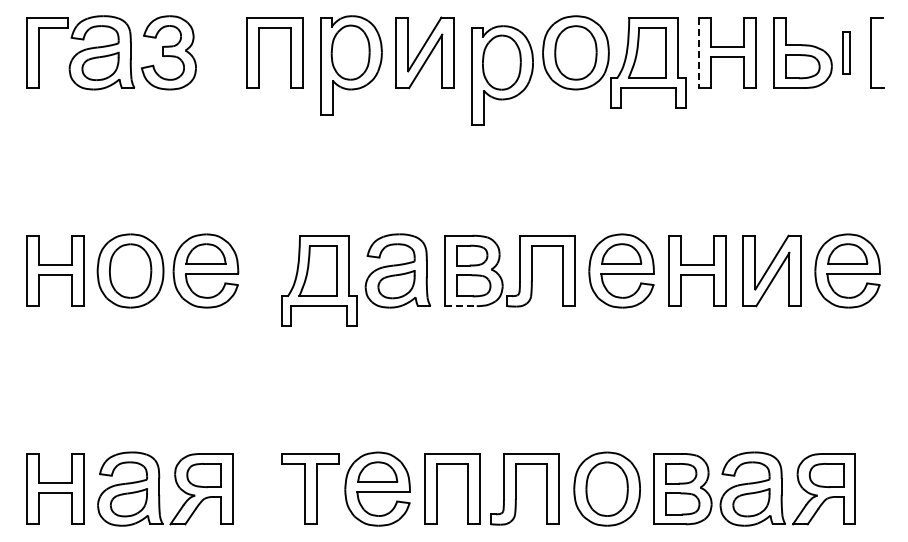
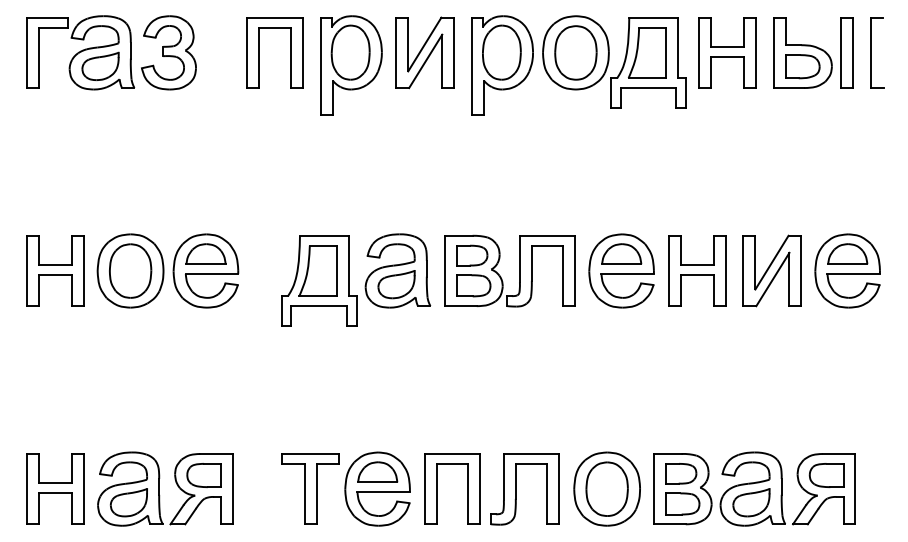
part at (846, 52) size: 9x44 px -> 14x72 px
line at (699, 53): dashed -> solid
part at (502, 75) position: (502, 75) -> (502, 65)
line at (460, 306): dashed -> solid
